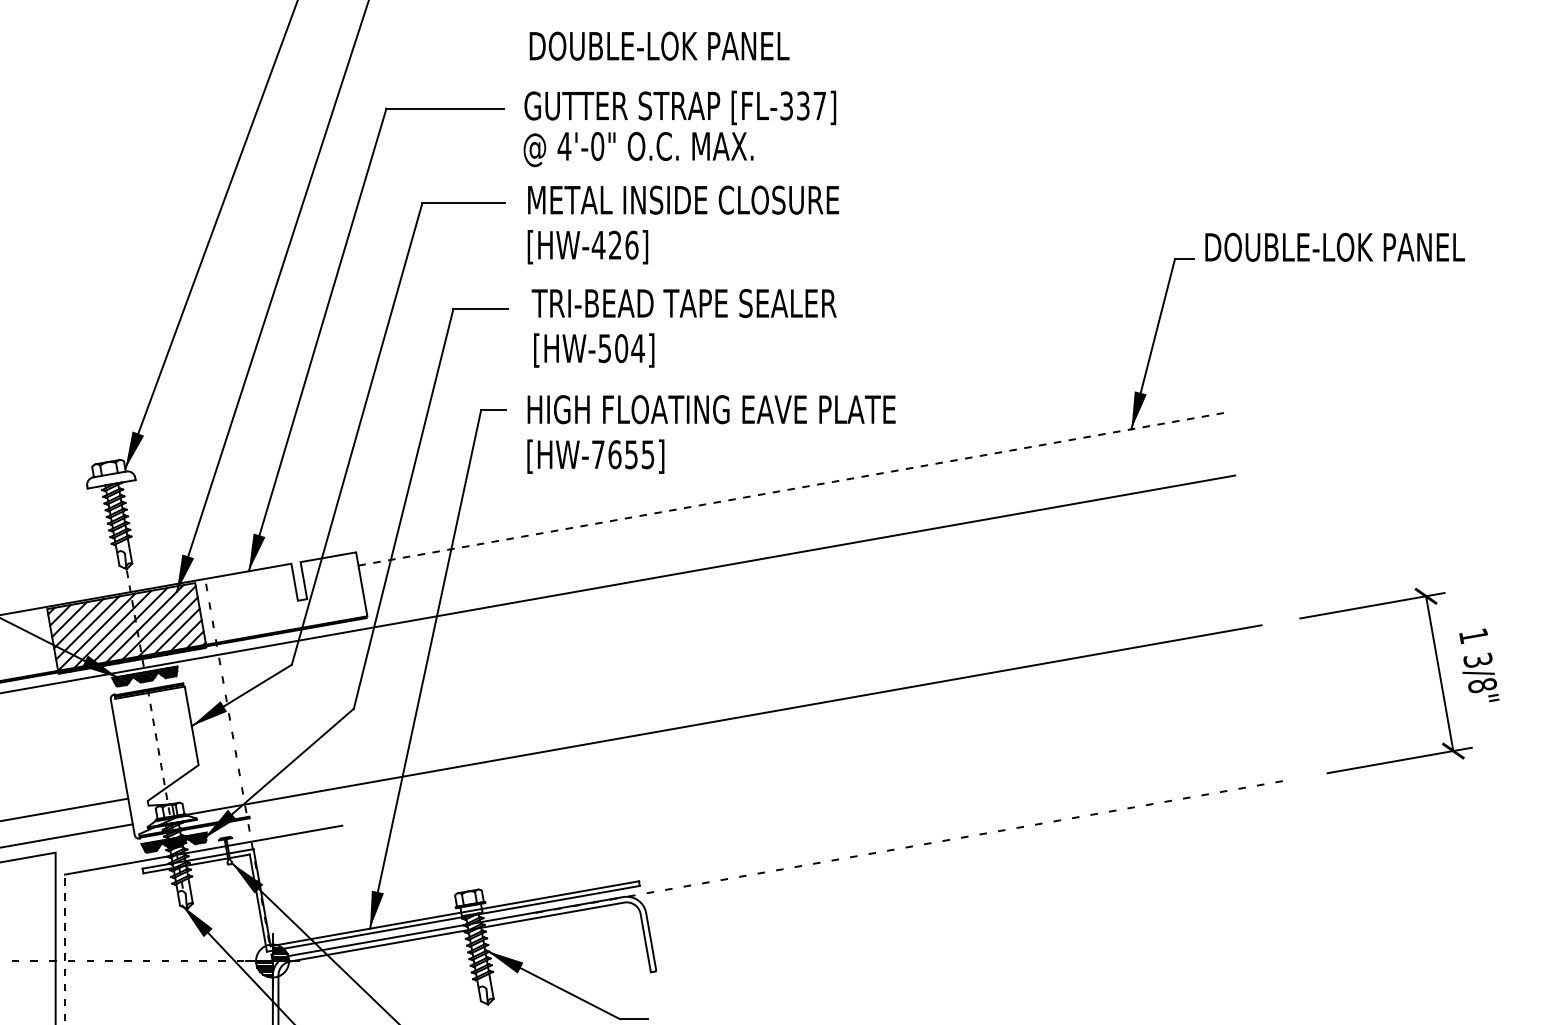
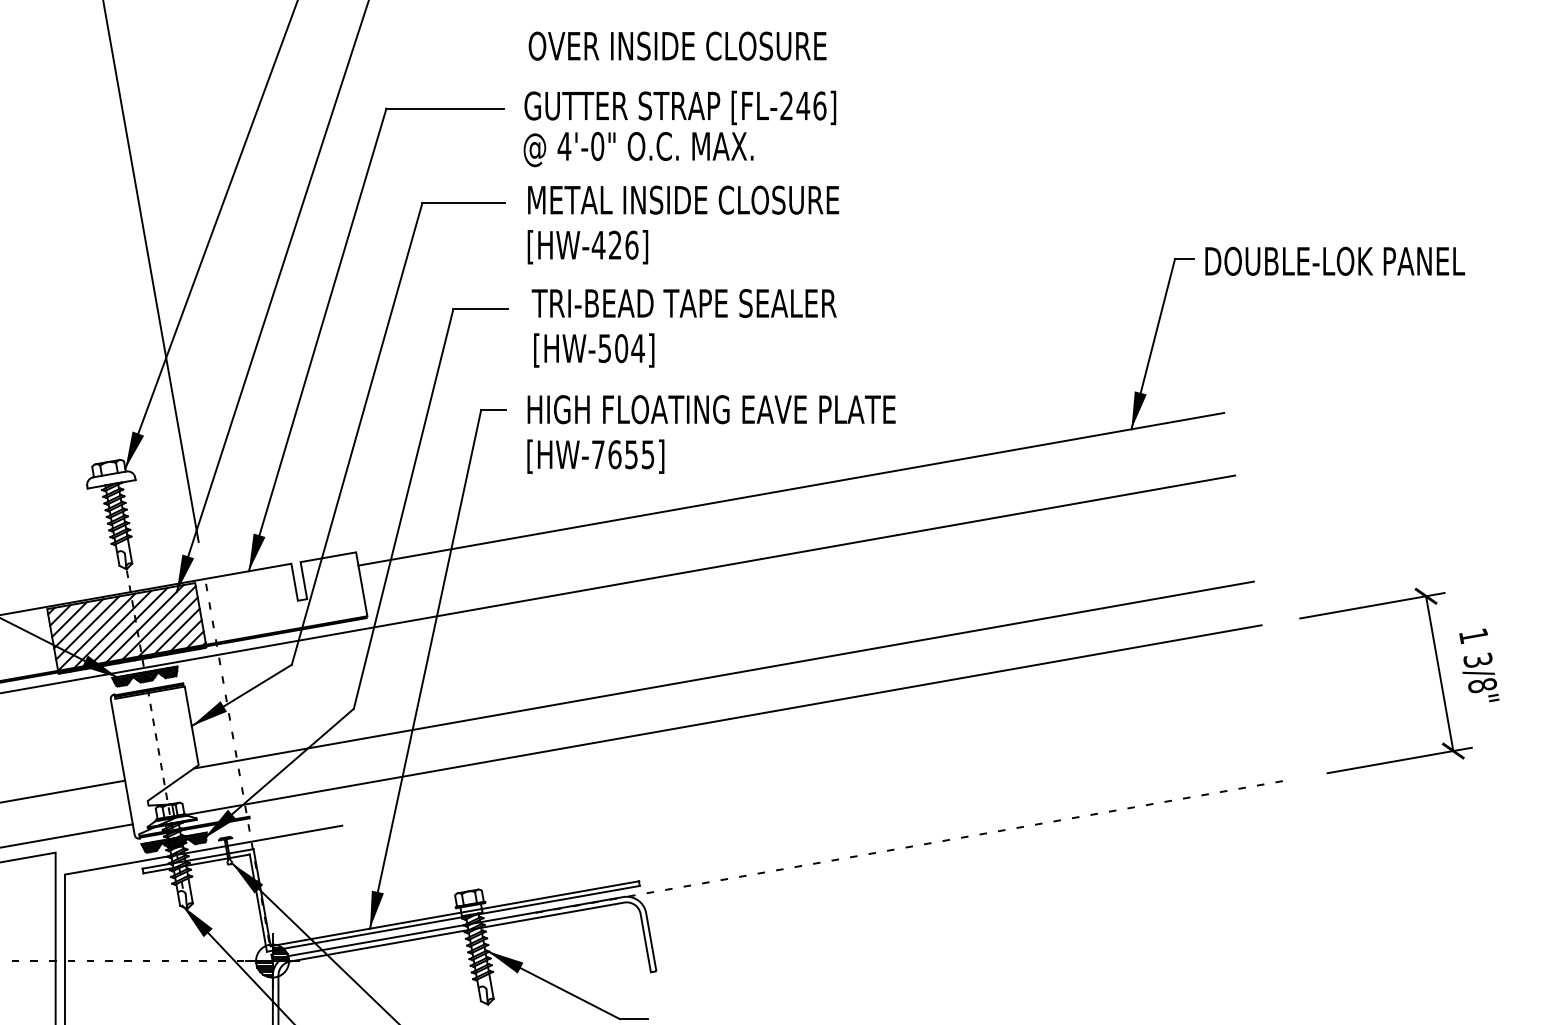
text at (677, 45): DOUBLE-LOK PANEL -> OVER INSIDE CLOSURE
text at (803, 105): [FL-337] -> [FL-246]
text at (1335, 246) position: (1335, 246) -> (1335, 260)
line at (150, 271): none -> present
line at (791, 489): dashed -> solid
line at (723, 674): none -> present
line at (65, 809) position: (65, 809) -> (63, 791)
line at (64, 949): dashed -> solid
